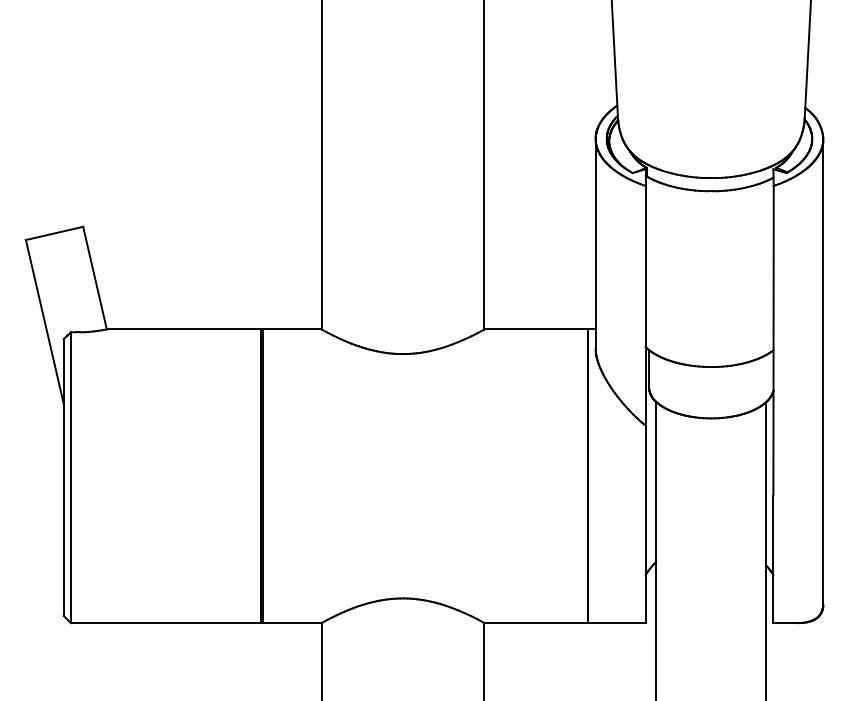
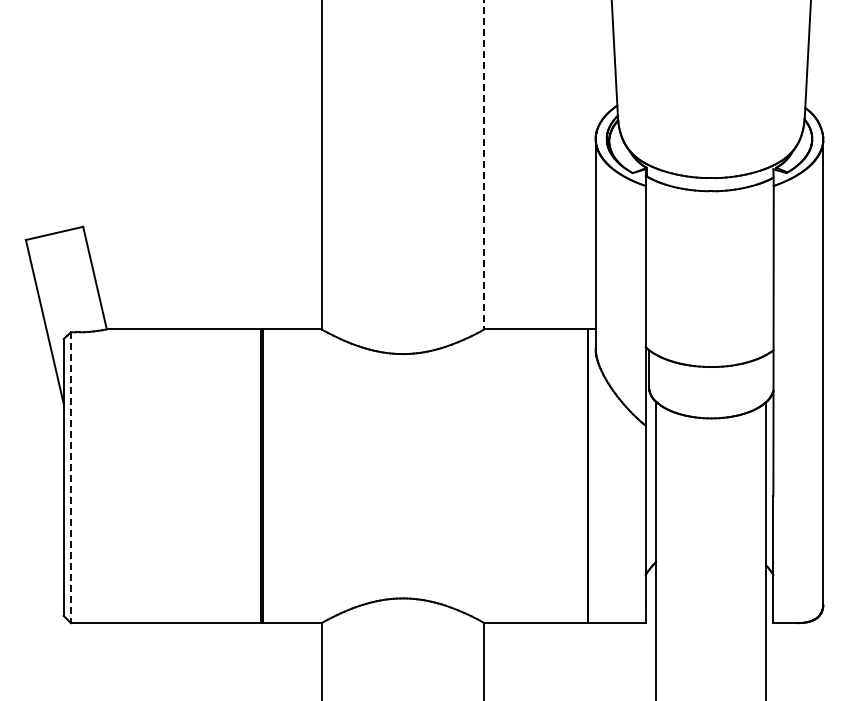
line at (483, 164): solid -> dashed
line at (71, 478): solid -> dashed
